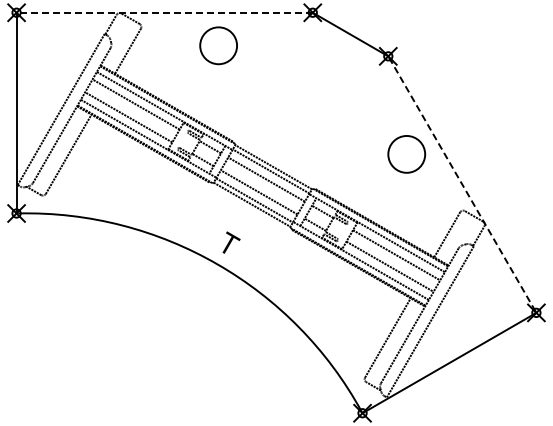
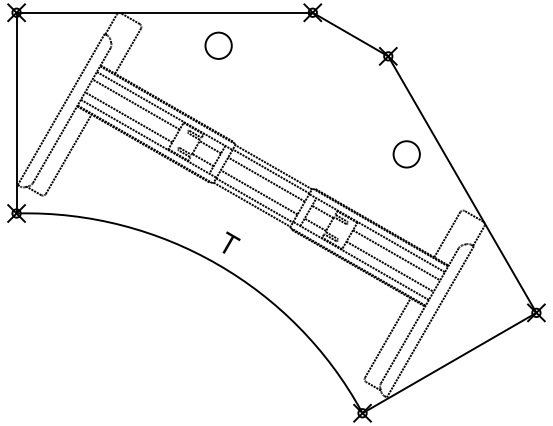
line at (165, 12): dashed -> solid
circle at (218, 45) diameter: 37 px -> 26 px
circle at (406, 153) diameter: 37 px -> 26 px
line at (461, 183): dashed -> solid
